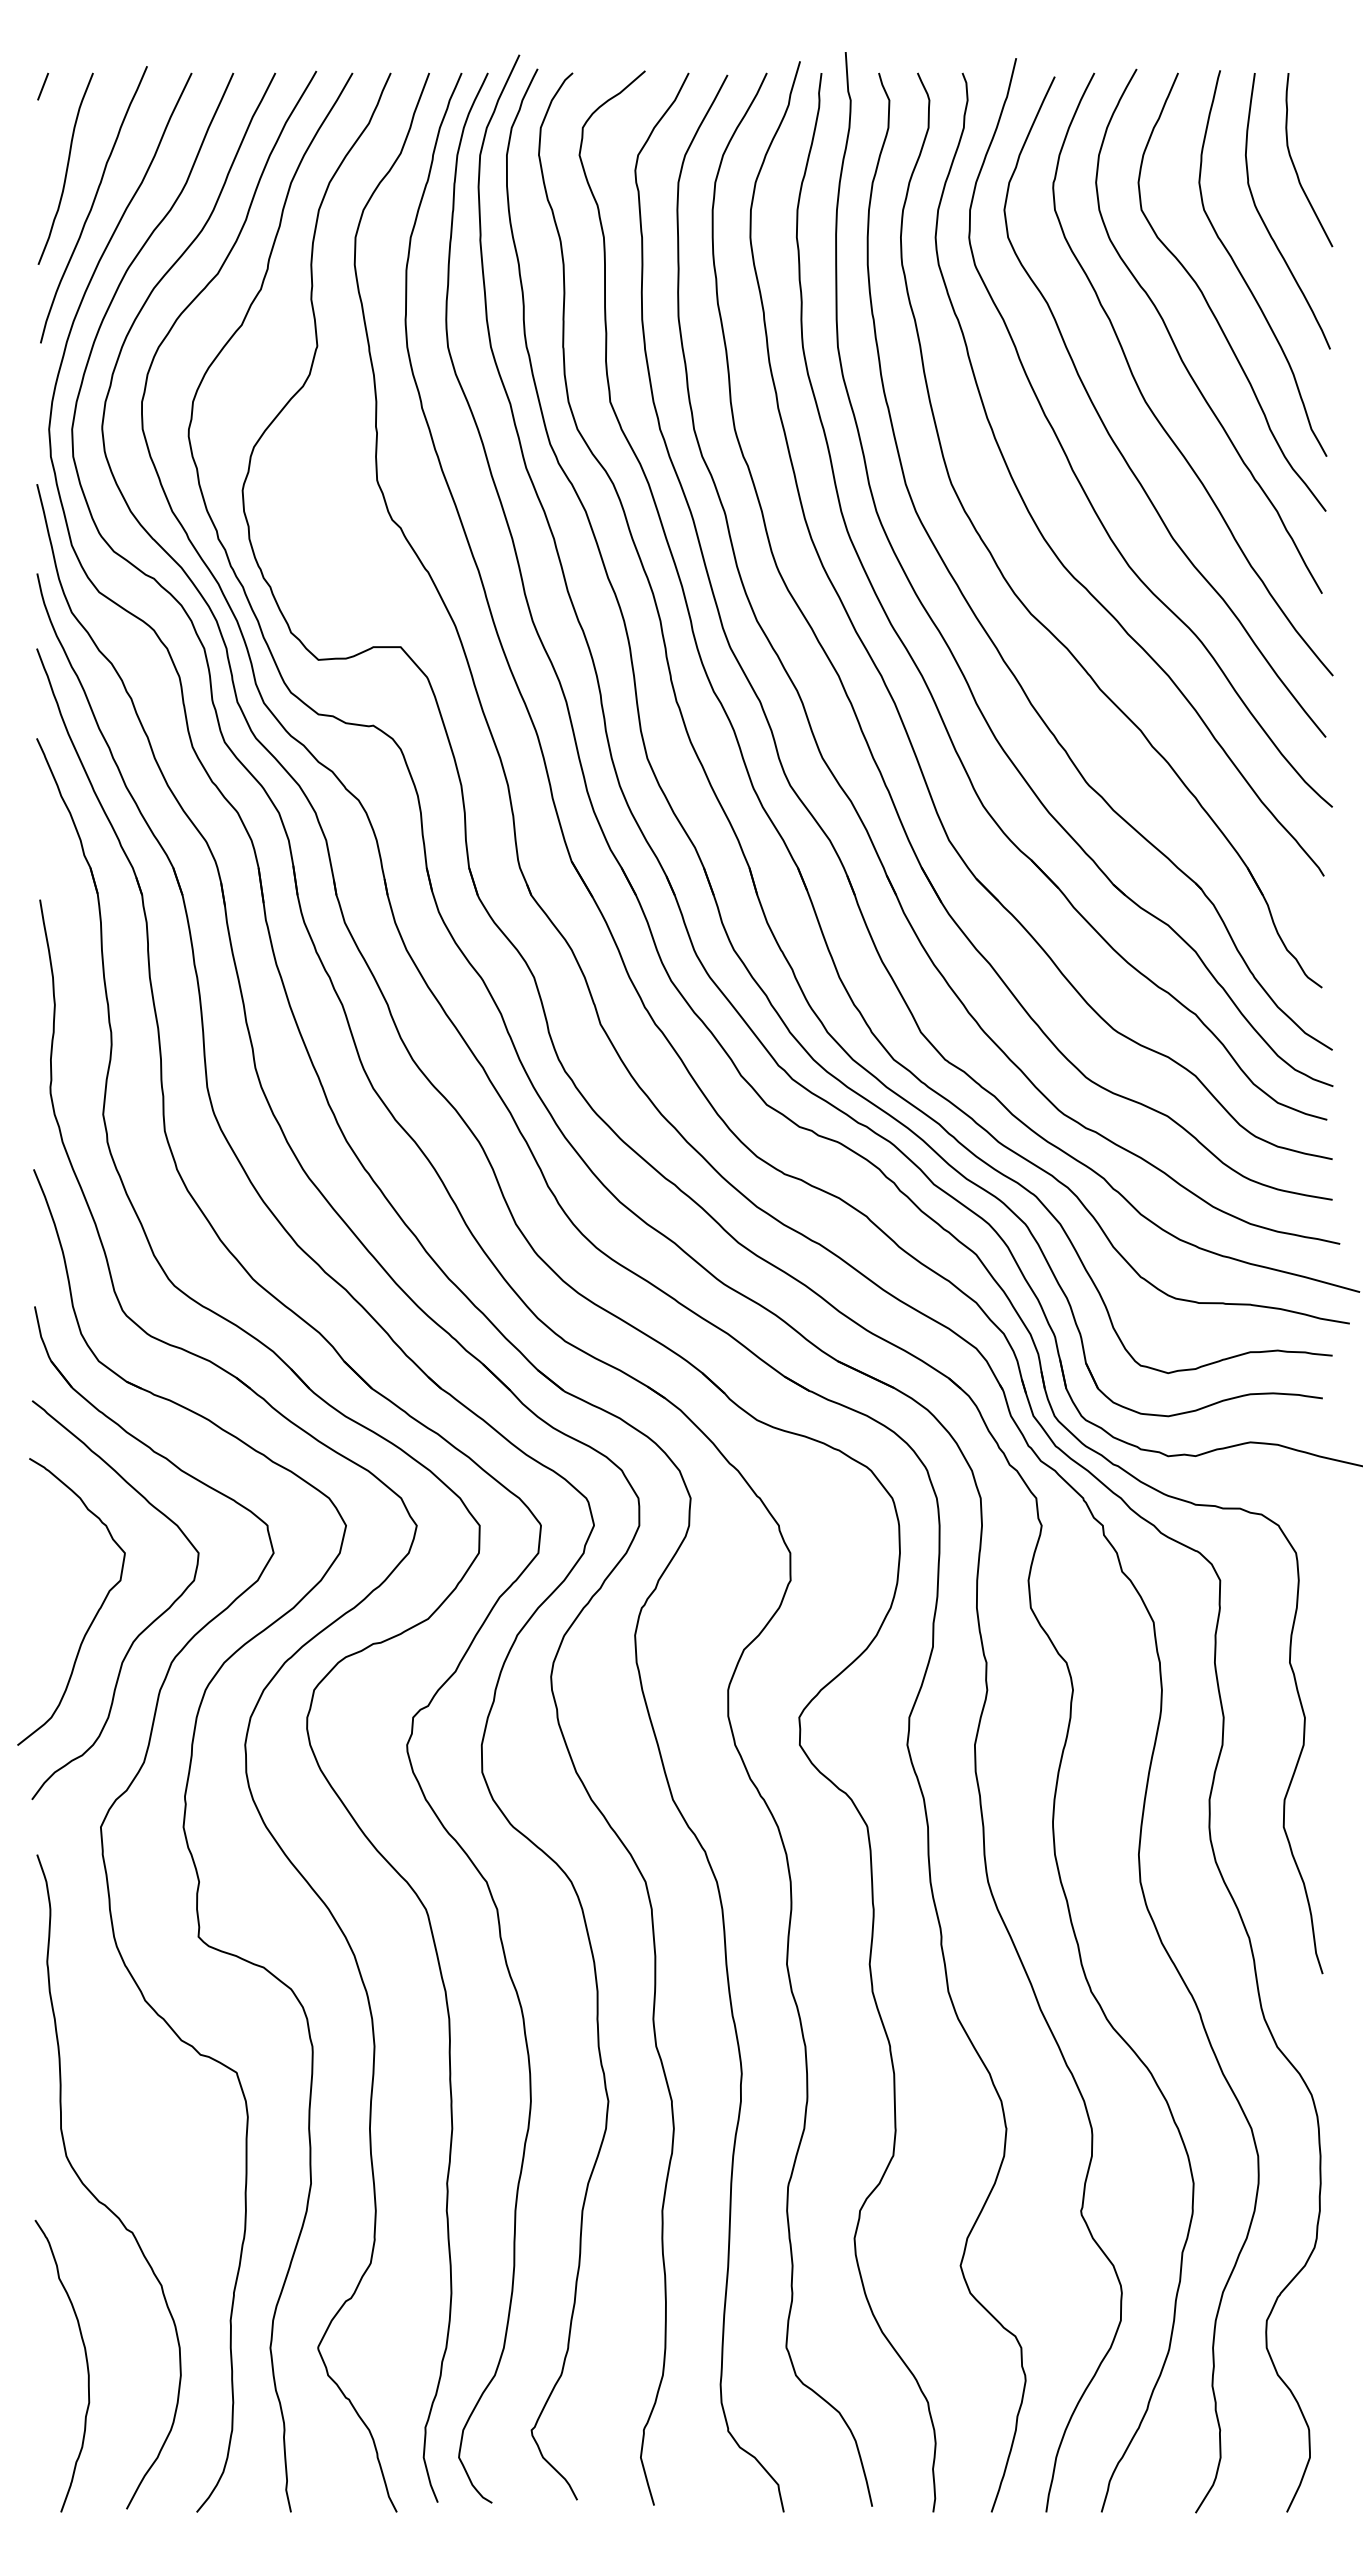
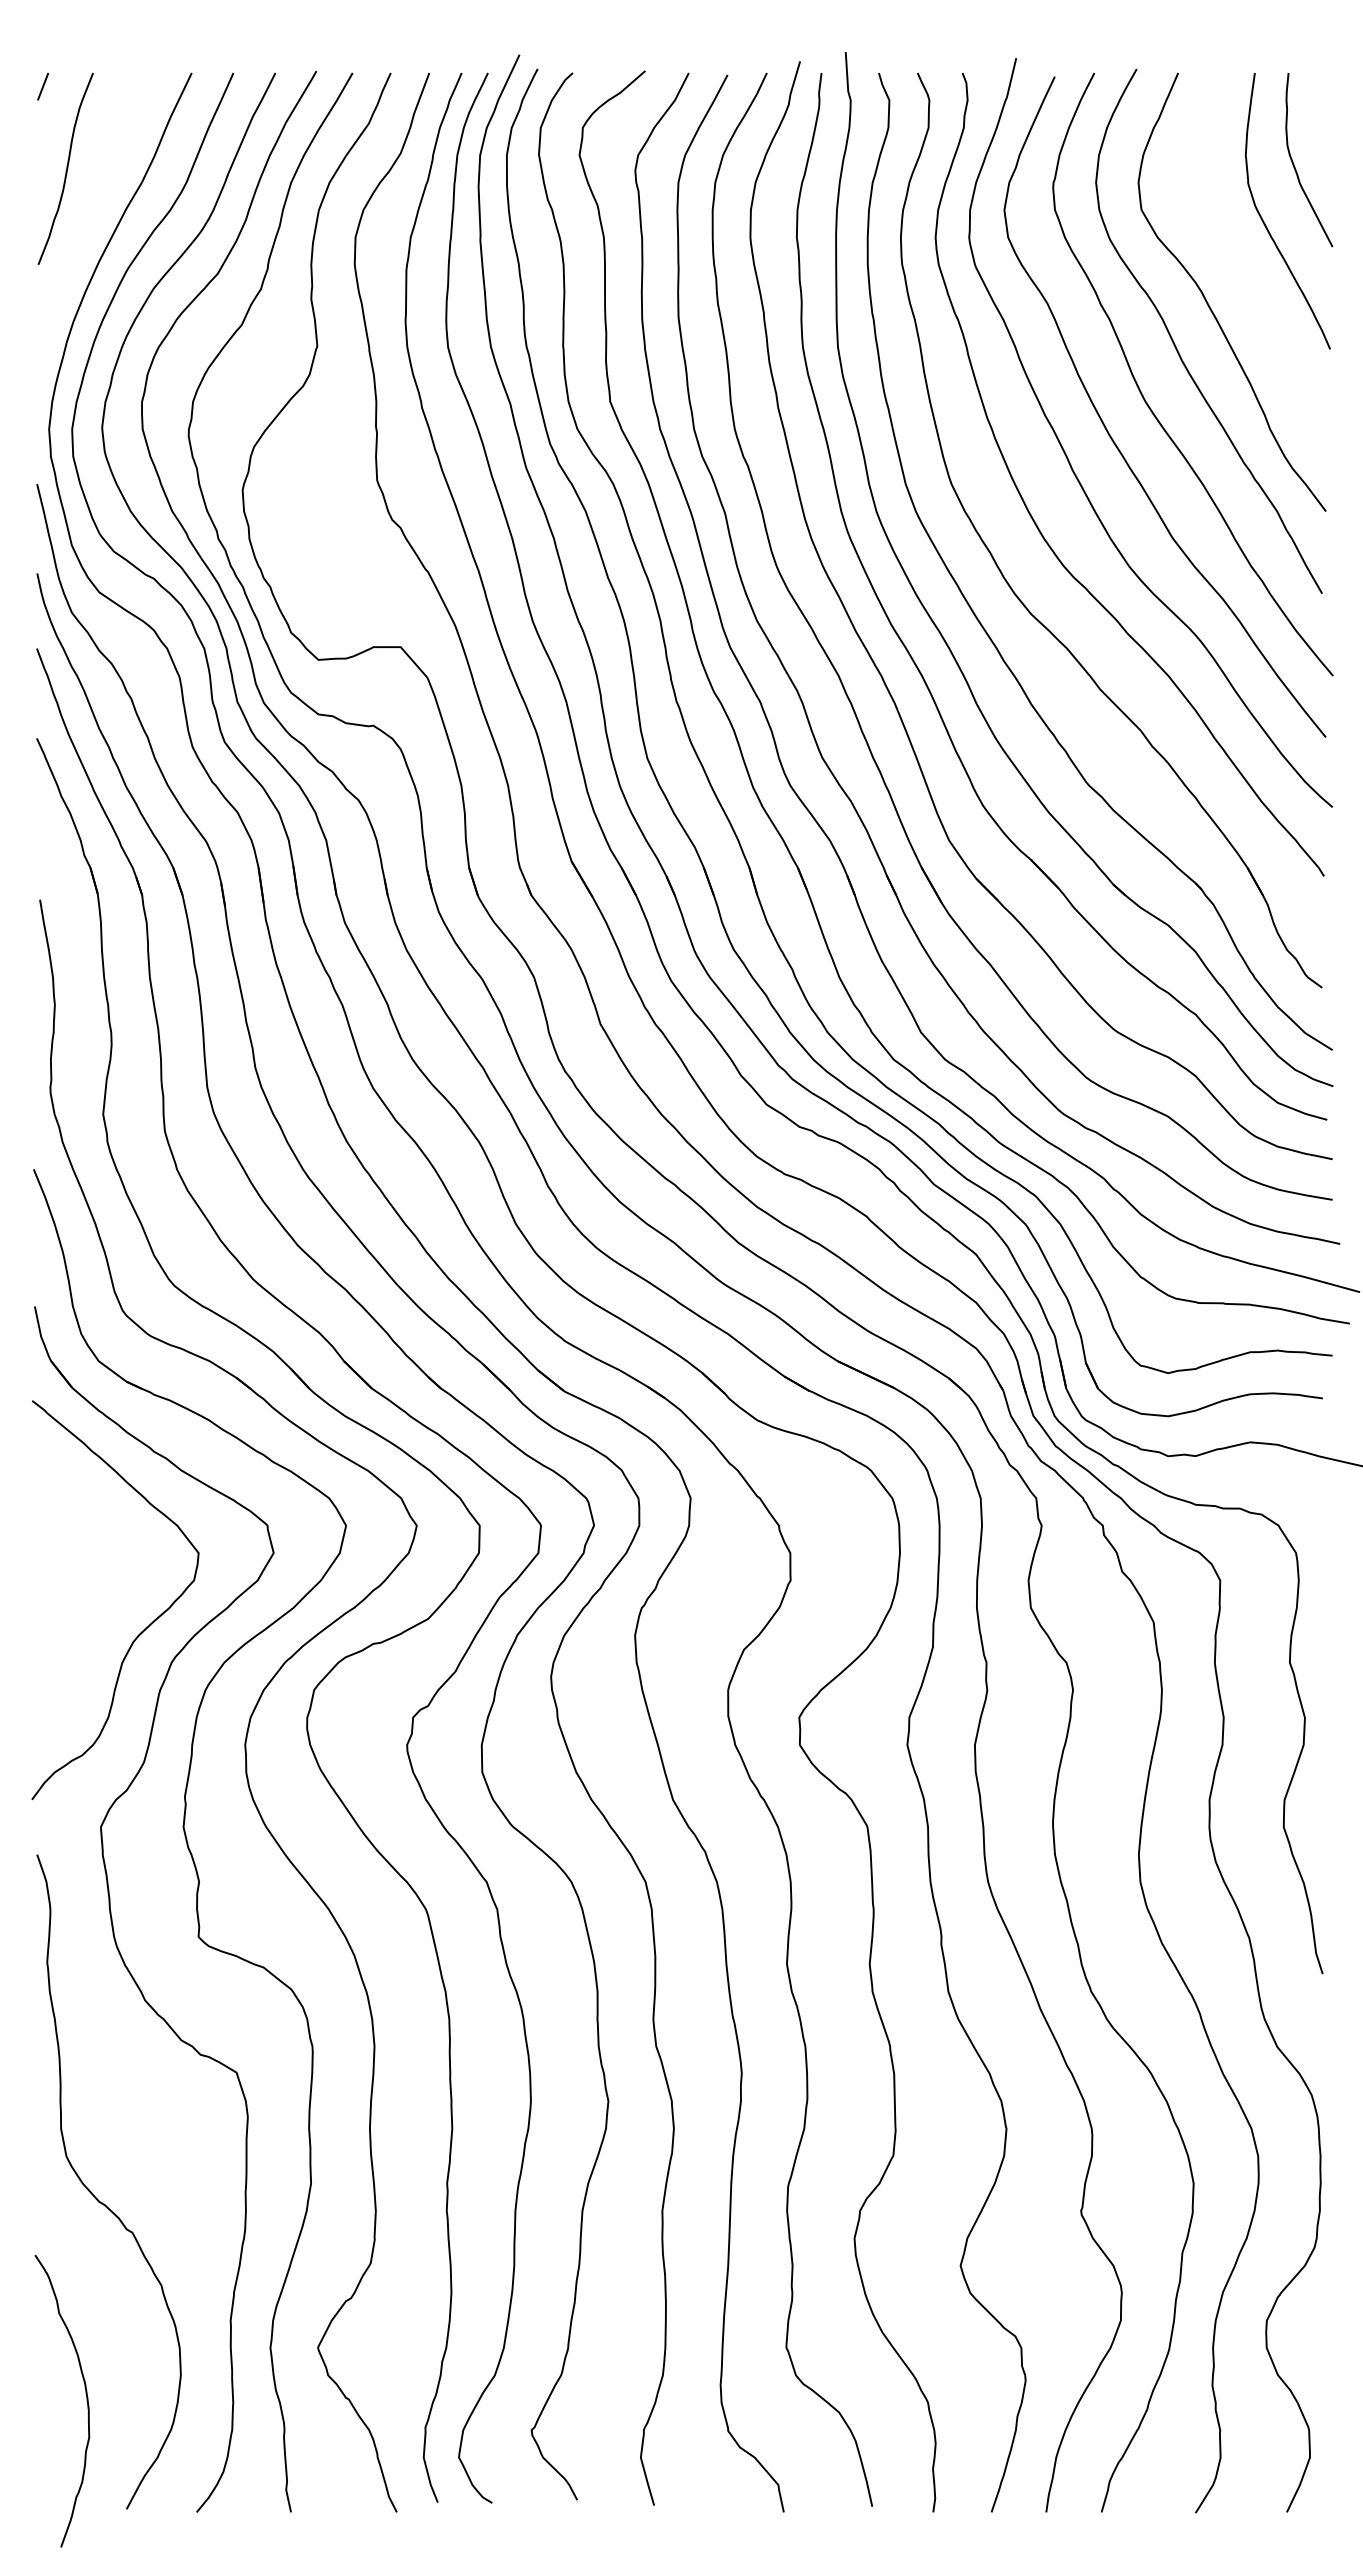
curve at (93, 204): present -> none
curve at (1242, 274): present -> none
curve at (95, 1614): present -> none
curve at (86, 2366) position: (86, 2366) -> (86, 2401)
